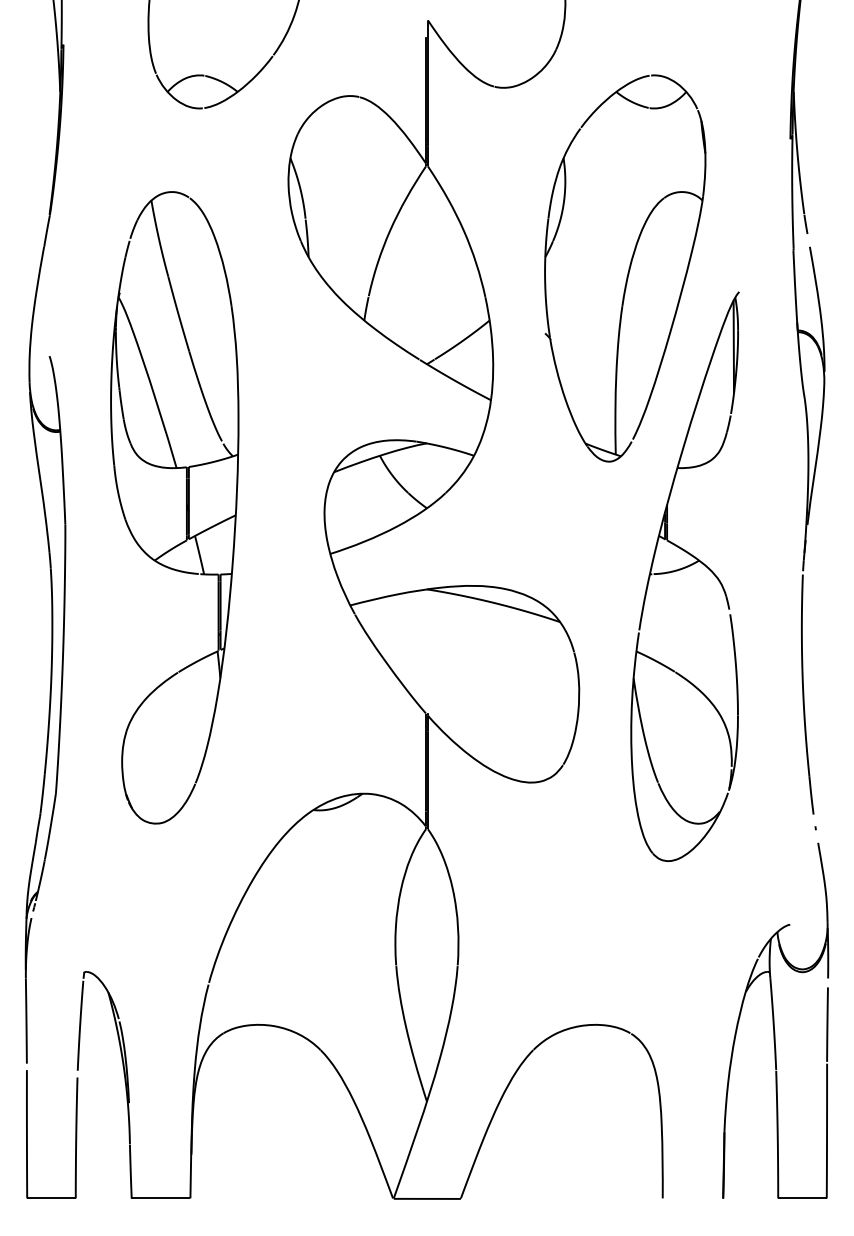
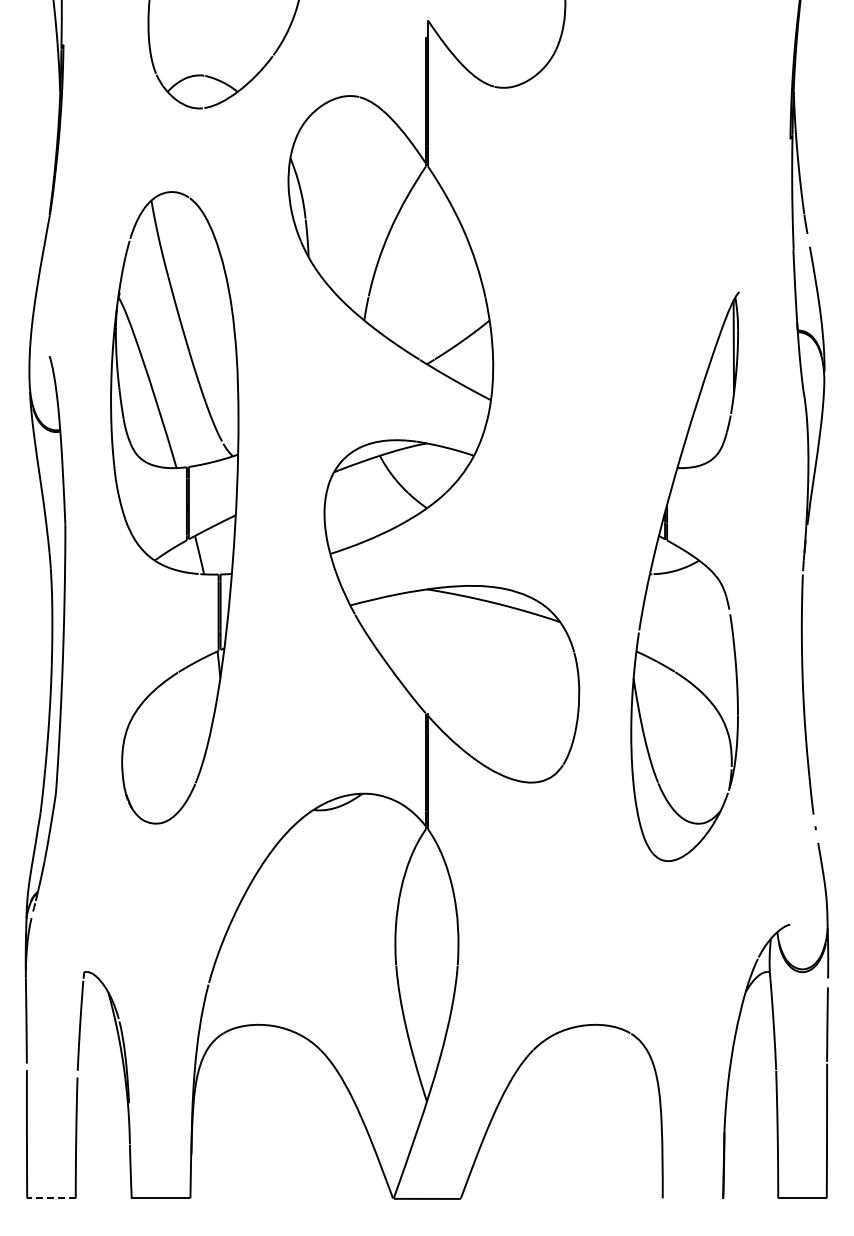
part at (625, 268): present -> none
line at (50, 1198): solid -> dashed
